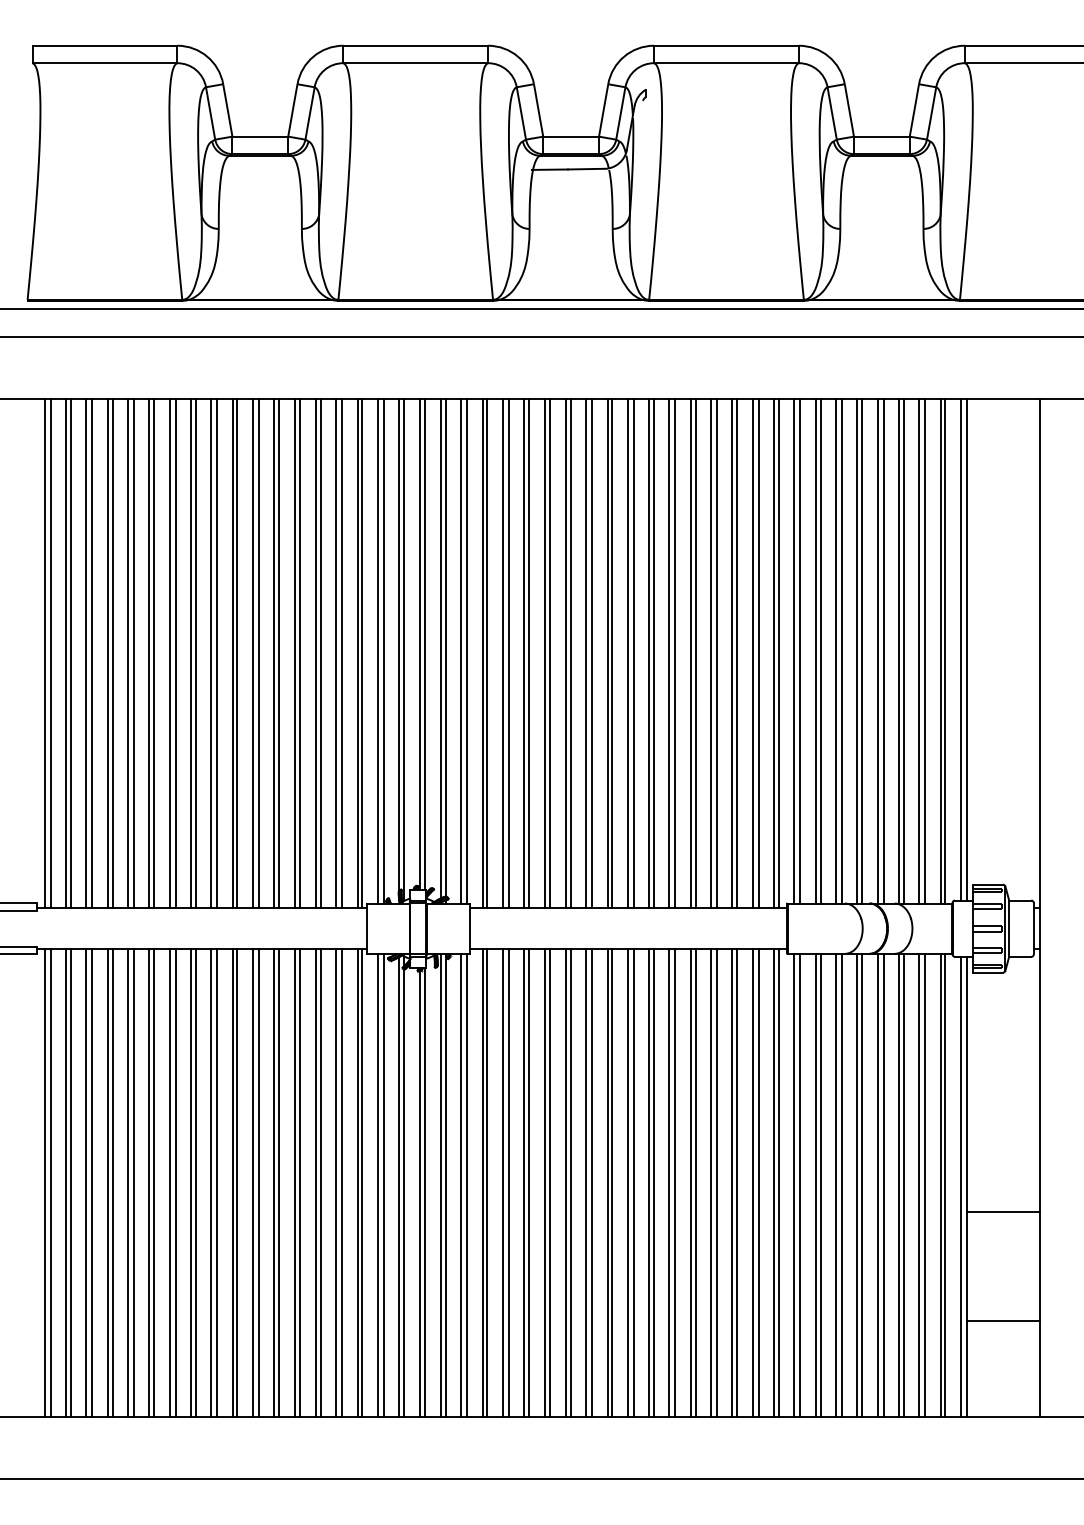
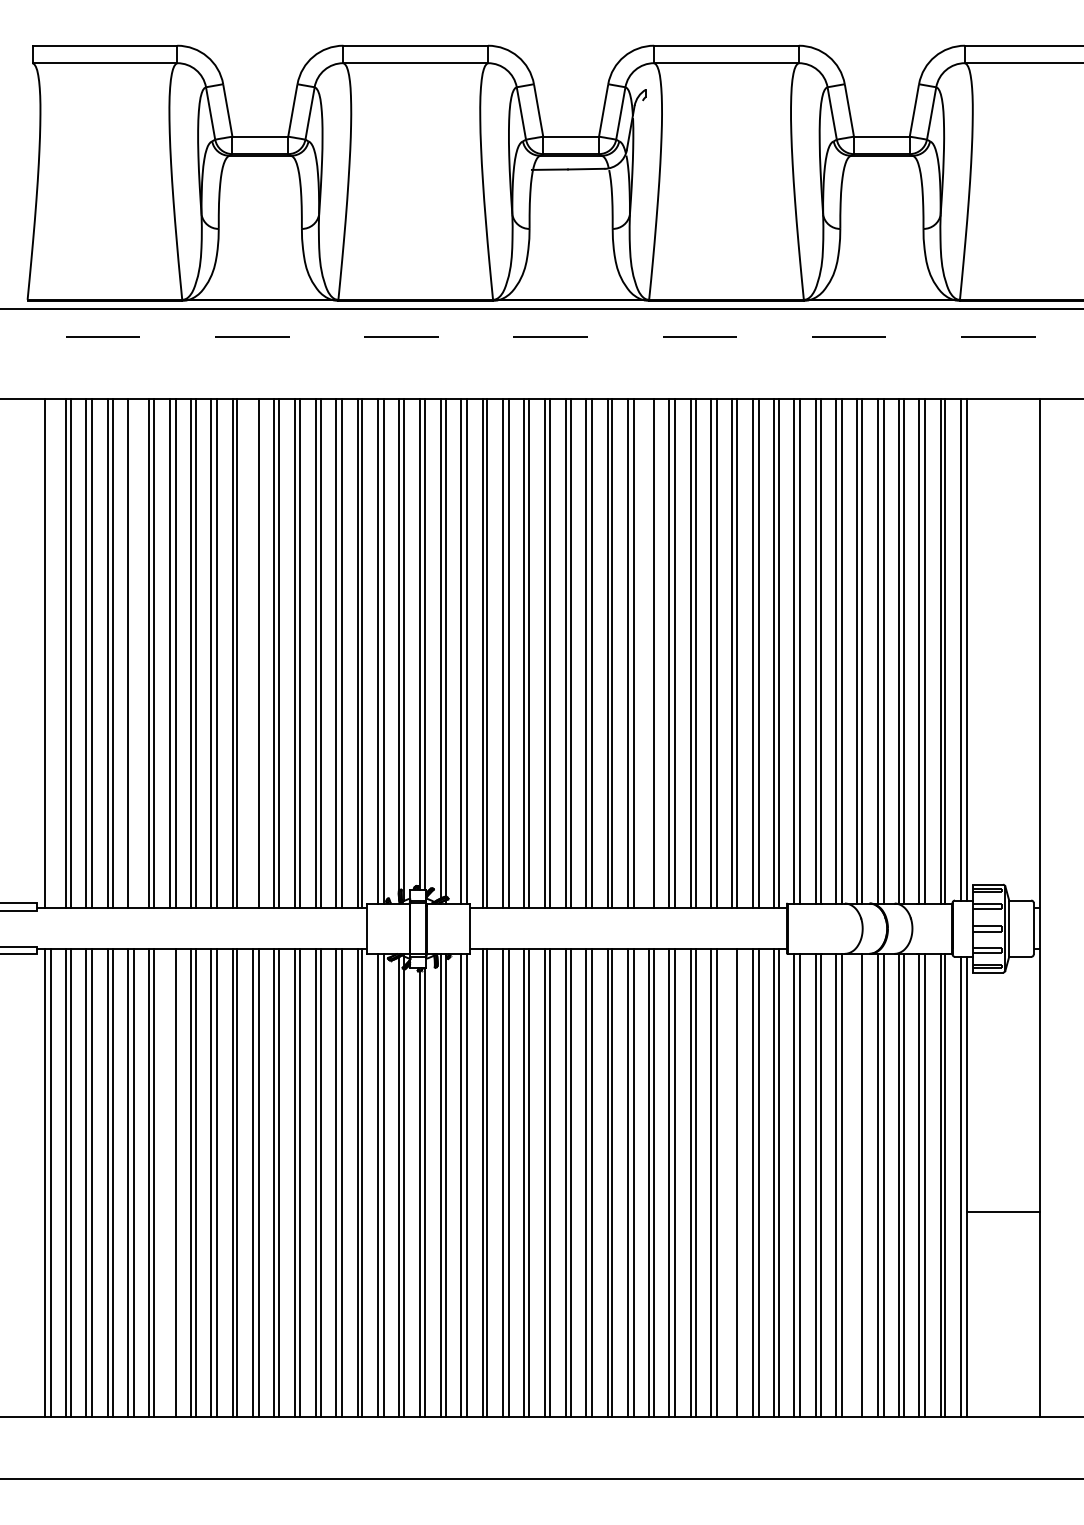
line at (541, 336): solid -> dashed
line at (50, 653): present -> none
line at (133, 653): present -> none
line at (252, 653): present -> none
line at (649, 653): present -> none
line at (169, 1183): present -> none
line at (732, 1183): present -> none
line at (857, 1185): present -> none
line at (1002, 1320): present -> none
